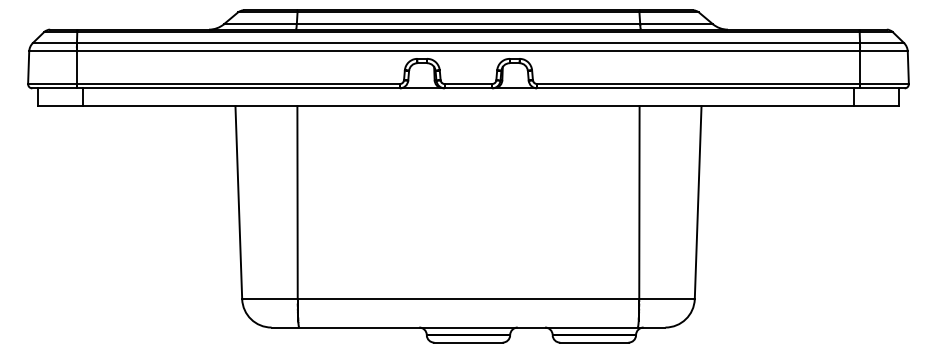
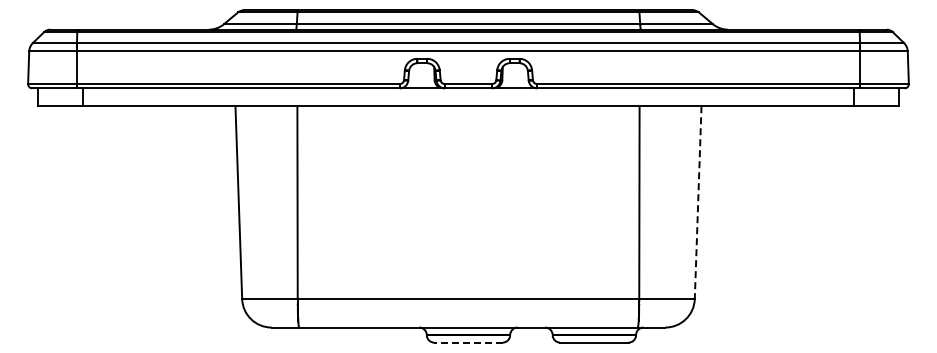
line at (698, 202): solid -> dashed
line at (468, 342): solid -> dashed
